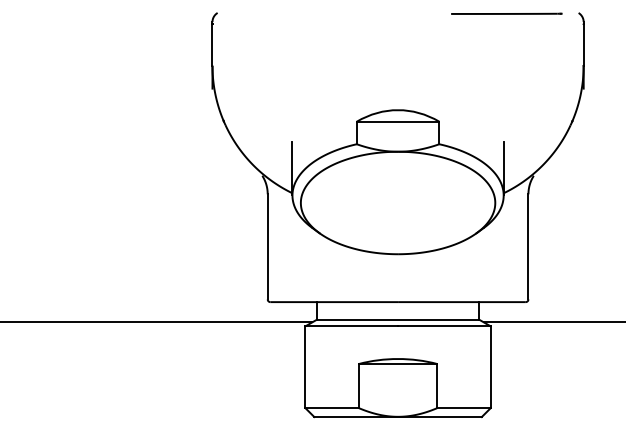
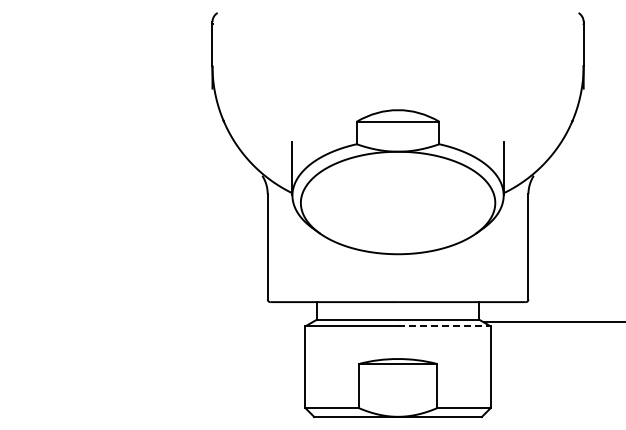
line at (506, 13): present -> none
line at (157, 322): present -> none
line at (444, 326): solid -> dashed
